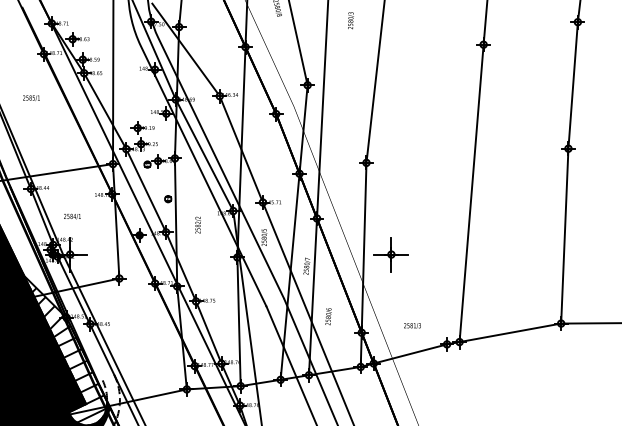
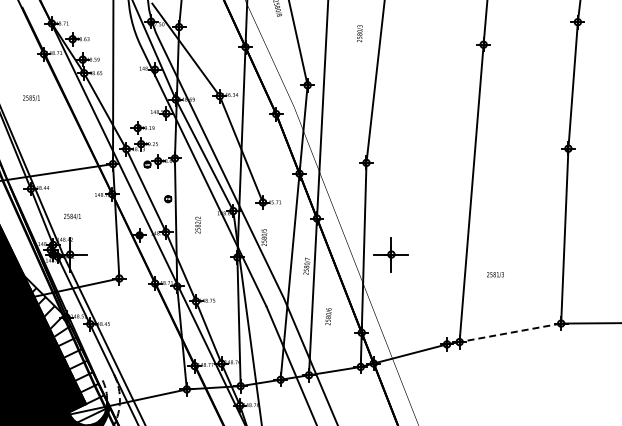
text at (350, 20) position: (350, 20) -> (359, 33)
line at (308, 313): present -> none
text at (412, 325) position: (412, 325) -> (495, 274)
line at (509, 332): solid -> dashed
